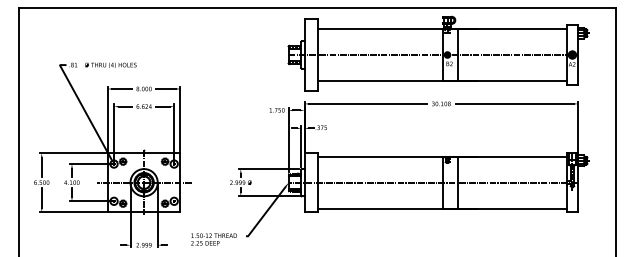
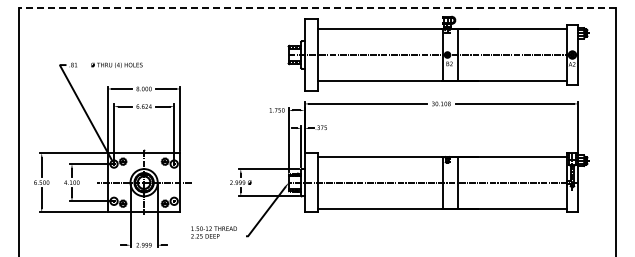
line at (317, 7): solid -> dashed
text at (110, 64) position: (110, 64) -> (116, 64)
text at (213, 239) position: (213, 239) -> (213, 232)
